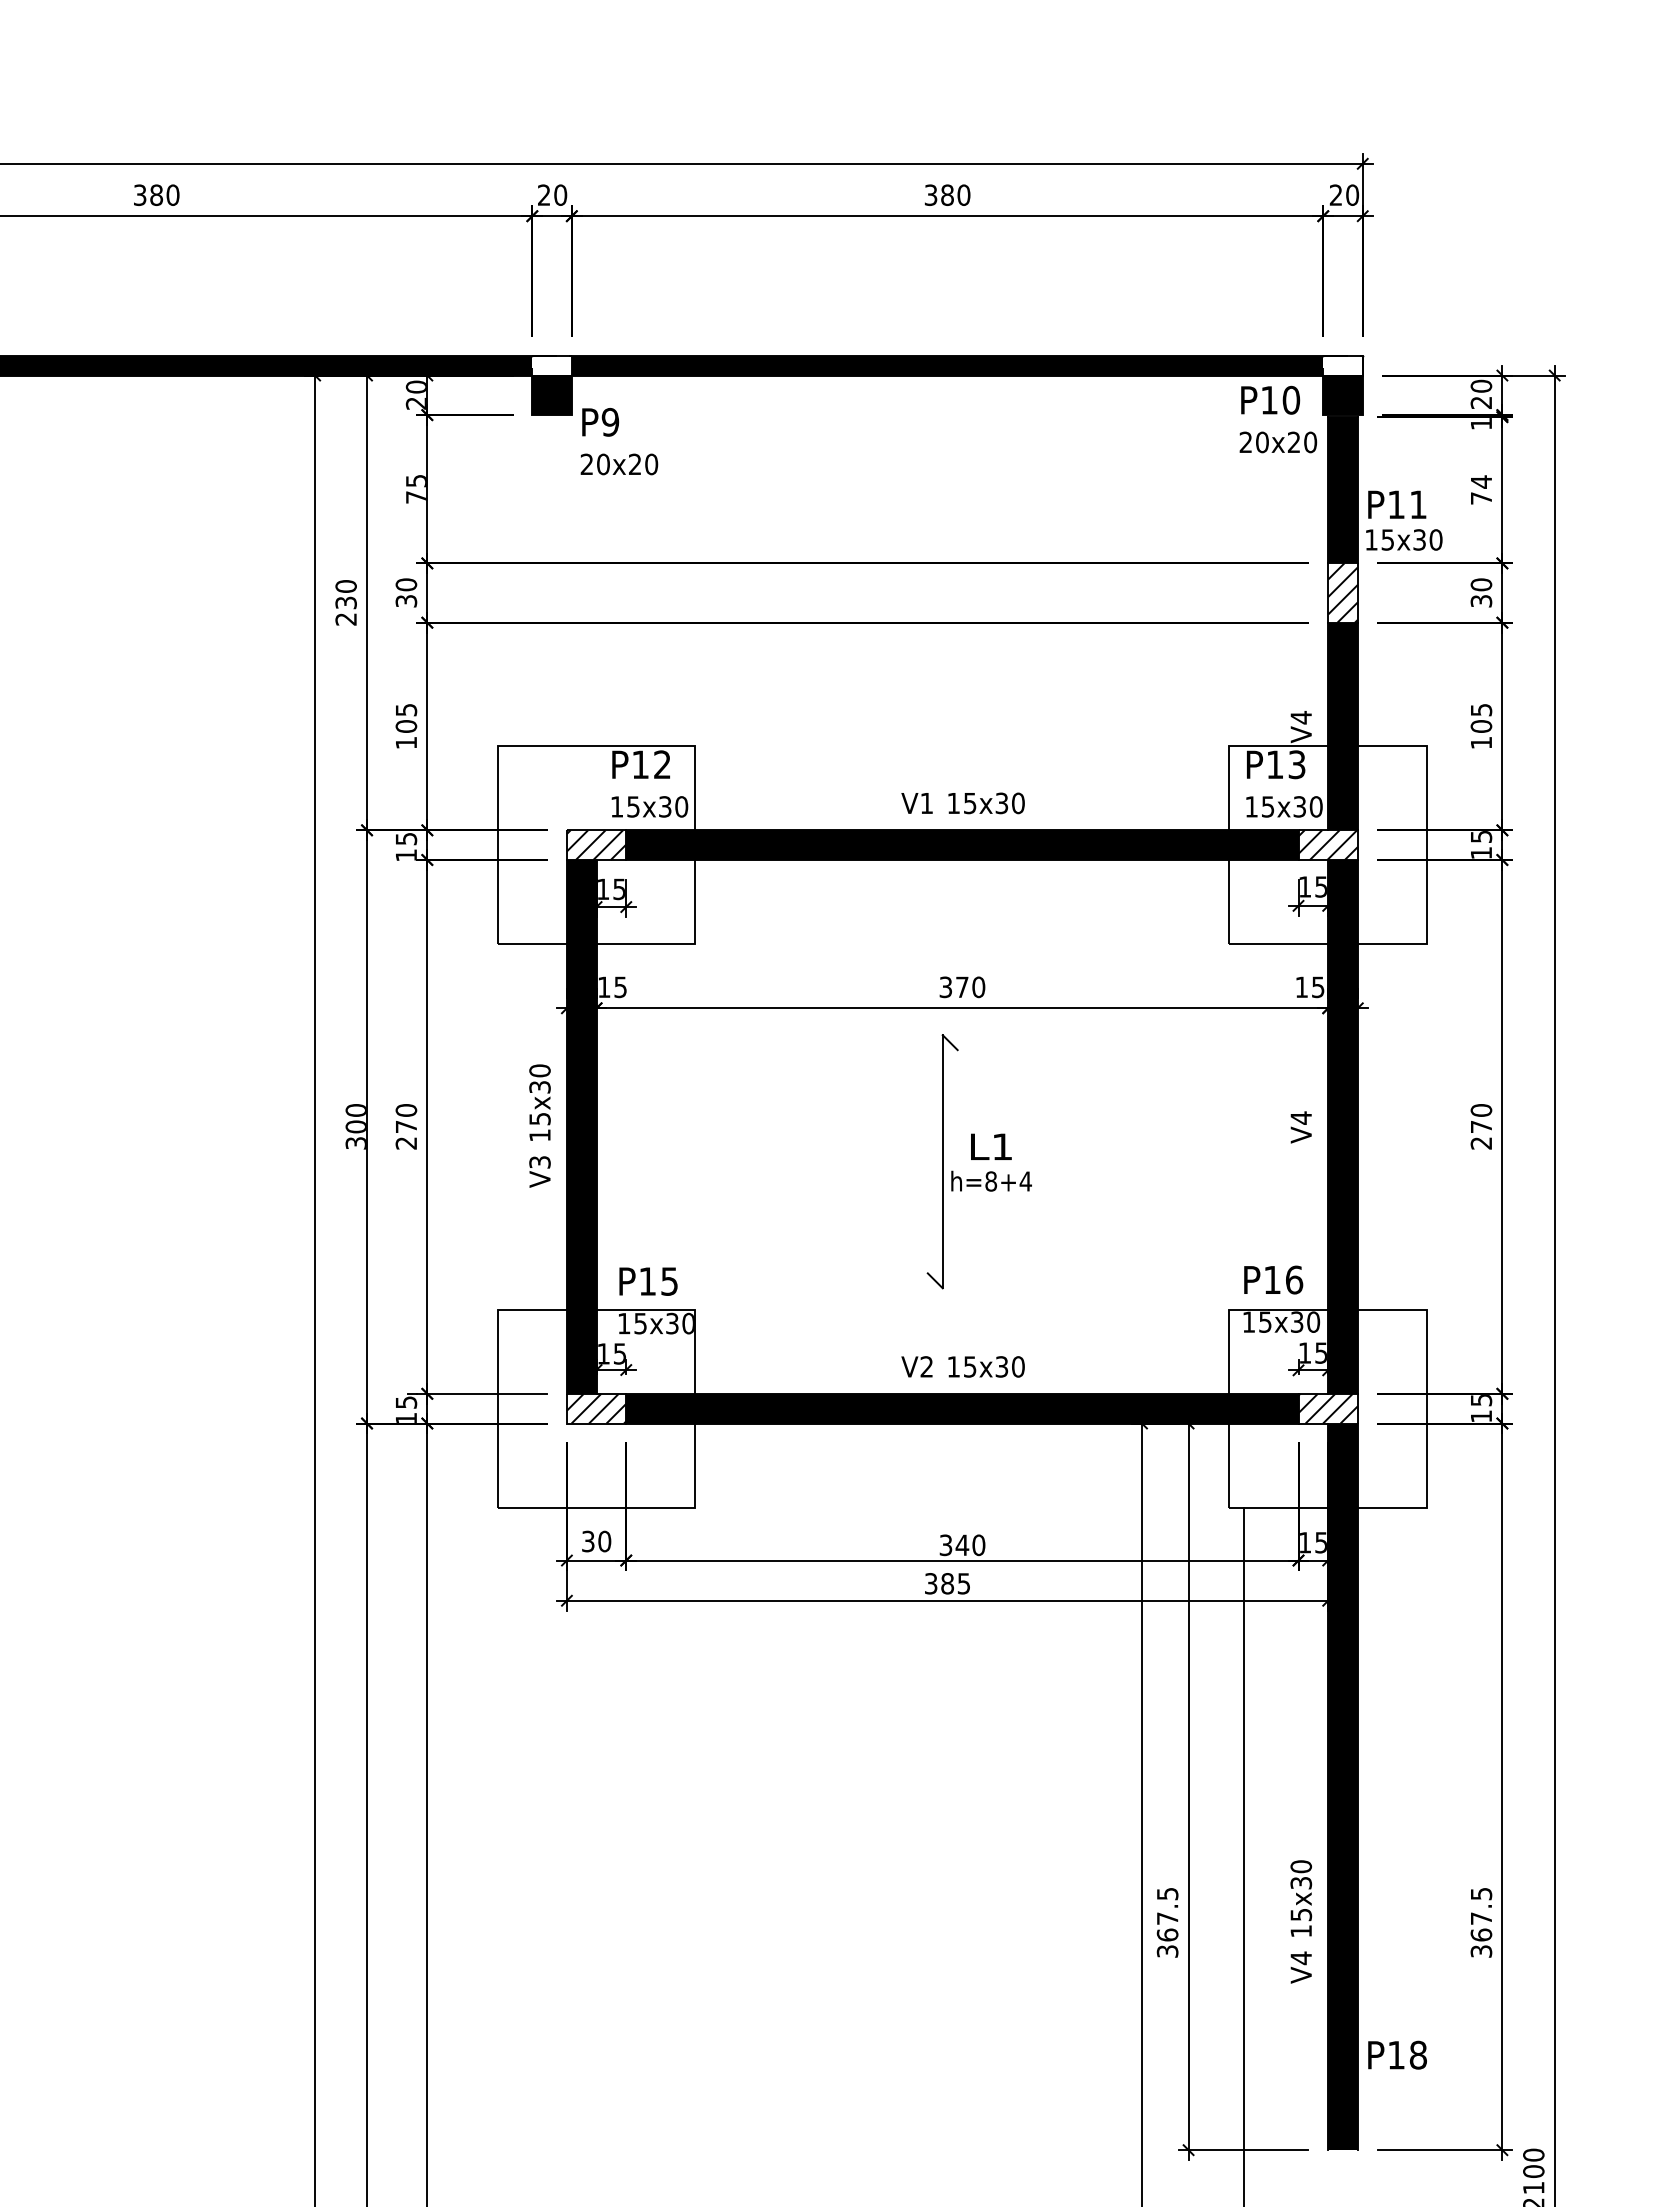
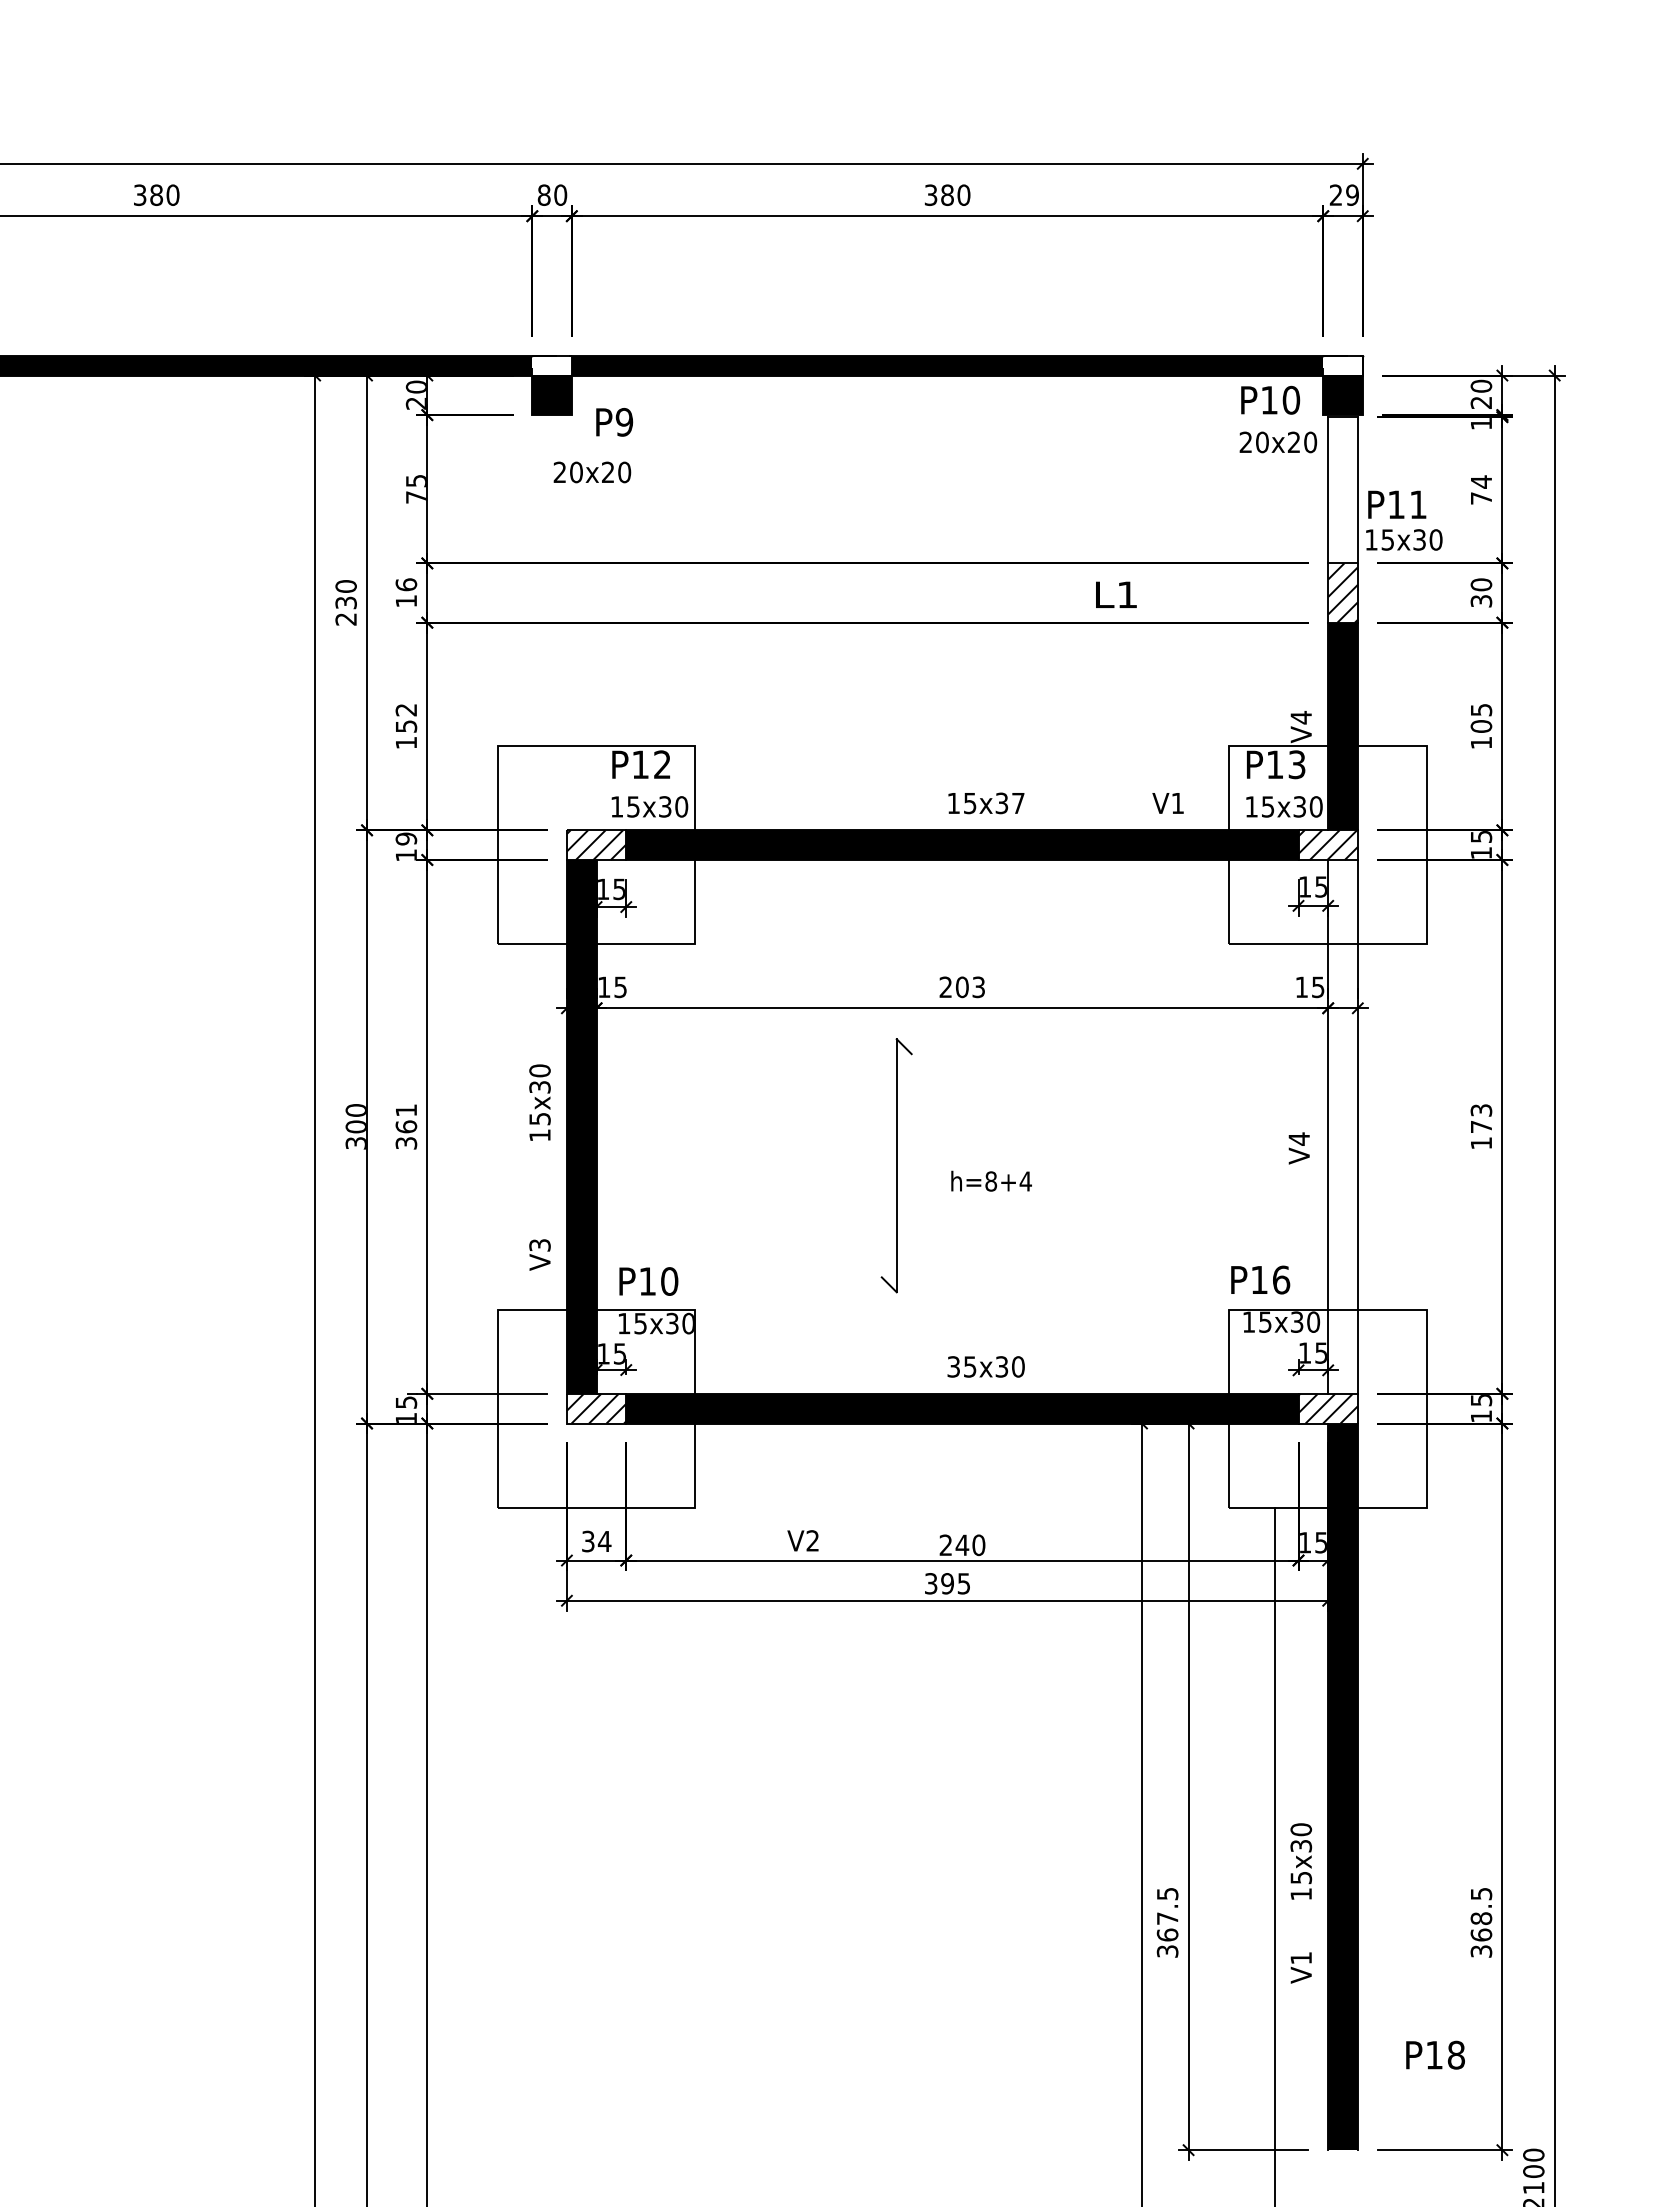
text at (543, 194): 20 -> 80
text at (1352, 194): 20 -> 29
text at (600, 422) position: (600, 422) -> (614, 422)
text at (619, 464) position: (619, 464) -> (592, 472)
fill at (1342, 490): present -> none
text at (406, 592): 30 -> 16
text at (406, 718): 105 -> 152
text at (916, 803) position: (916, 803) -> (1167, 803)
text at (1018, 803): 15x30 -> 15x37
text at (405, 838): 15 -> 19
text at (962, 987): 370 -> 203
text at (406, 1126): 270 -> 361
fill at (1342, 1126): present -> none
text at (1481, 1126): 270 -> 173
text at (1300, 1127) position: (1300, 1127) -> (1298, 1148)
text at (991, 1146) position: (991, 1146) -> (1116, 594)
part at (942, 1161) position: (942, 1161) -> (896, 1165)
text at (539, 1171) position: (539, 1171) -> (539, 1254)
text at (1273, 1279) position: (1273, 1279) -> (1260, 1279)
text at (669, 1281): P15 -> P10
text at (916, 1366) position: (916, 1366) -> (802, 1540)
text at (953, 1366): 15x30 -> 35x30
text at (604, 1541): 30 -> 34
text at (945, 1545): 340 -> 240
text at (947, 1583): 385 -> 395
line at (1244, 1855) position: (1244, 1855) -> (1275, 1855)
text at (1301, 1898) position: (1301, 1898) -> (1301, 1861)
text at (1481, 1918): 367.5 -> 368.5
text at (1300, 1958): V4 -> V1
text at (1397, 2054) position: (1397, 2054) -> (1435, 2054)
